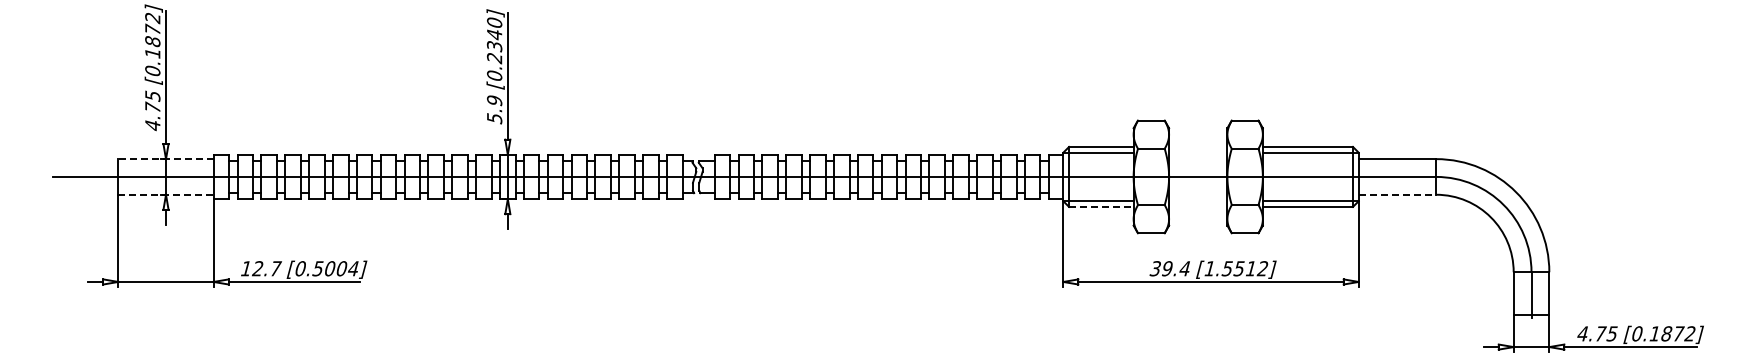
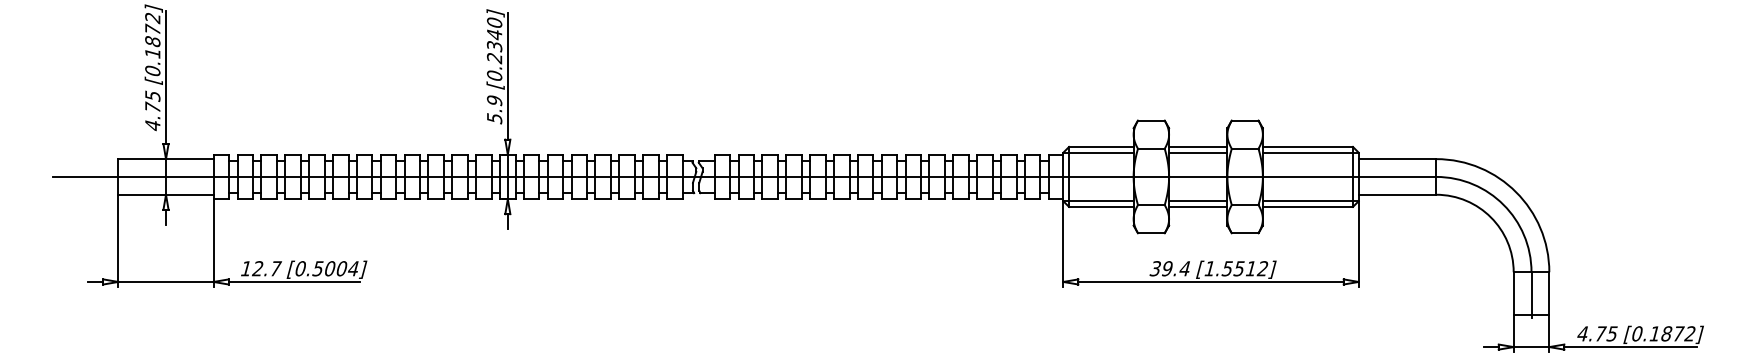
line at (1198, 146): none -> present
line at (1198, 152): none -> present
line at (166, 159): dashed -> solid
line at (166, 194): dashed -> solid
line at (1397, 194): dashed -> solid
line at (1198, 201): none -> present
line at (1101, 206): dashed -> solid
line at (1198, 206): none -> present
